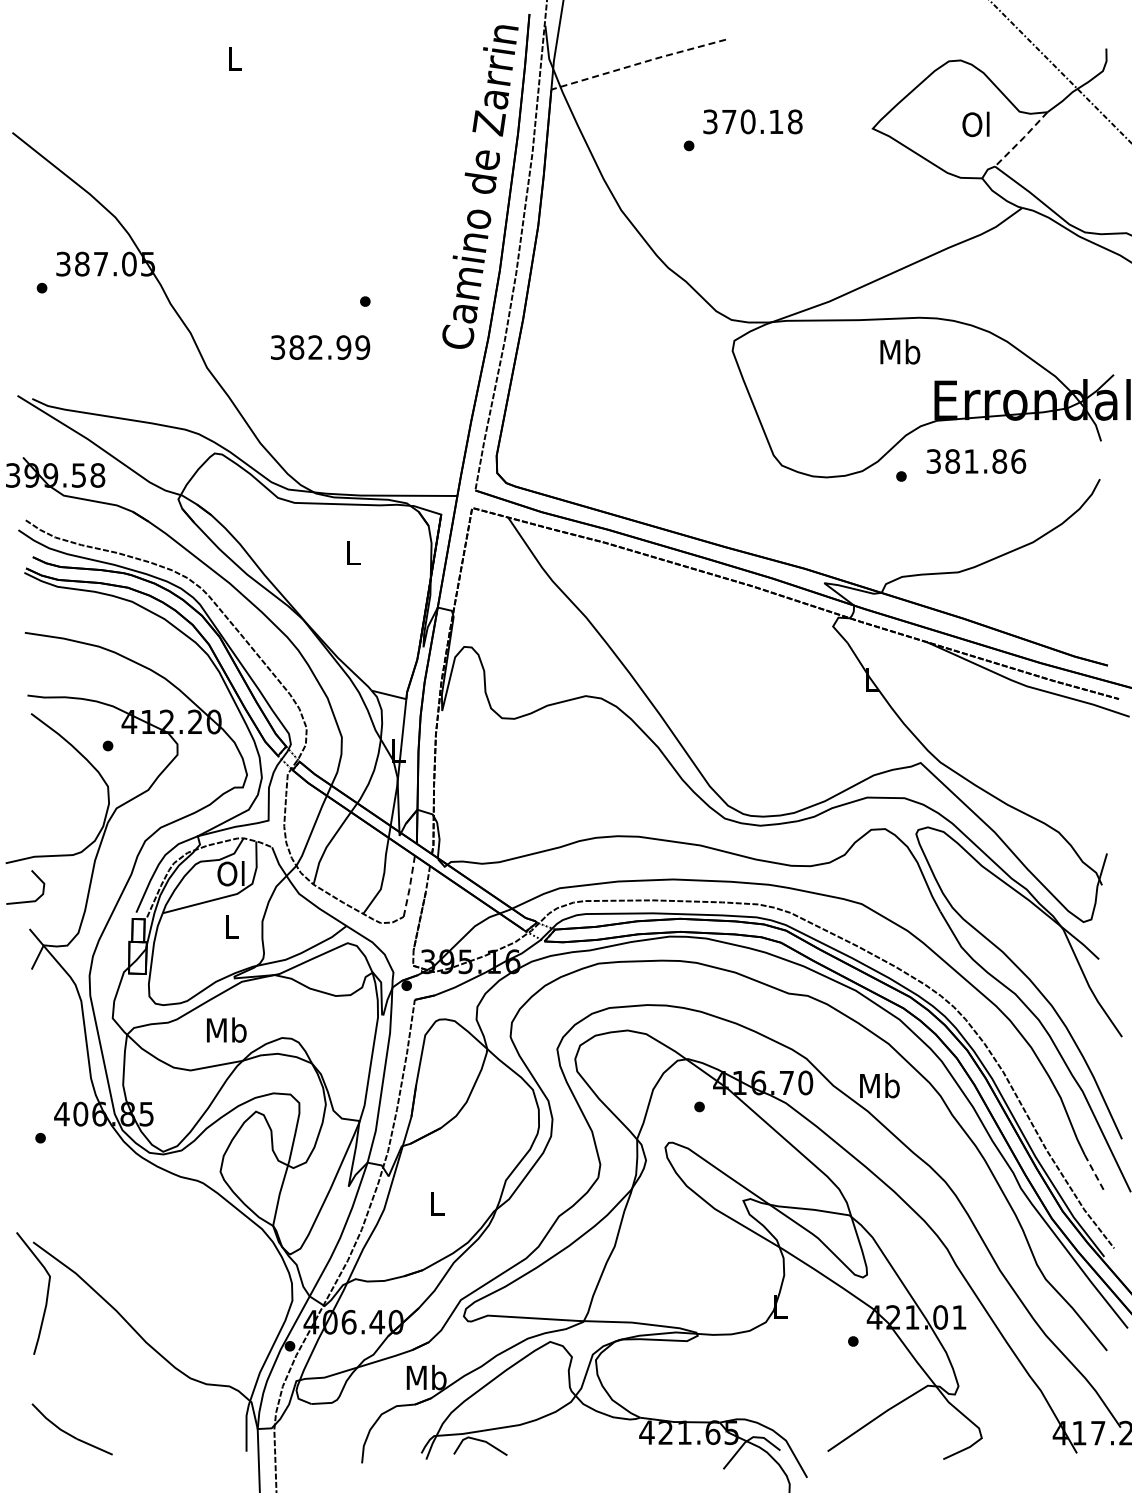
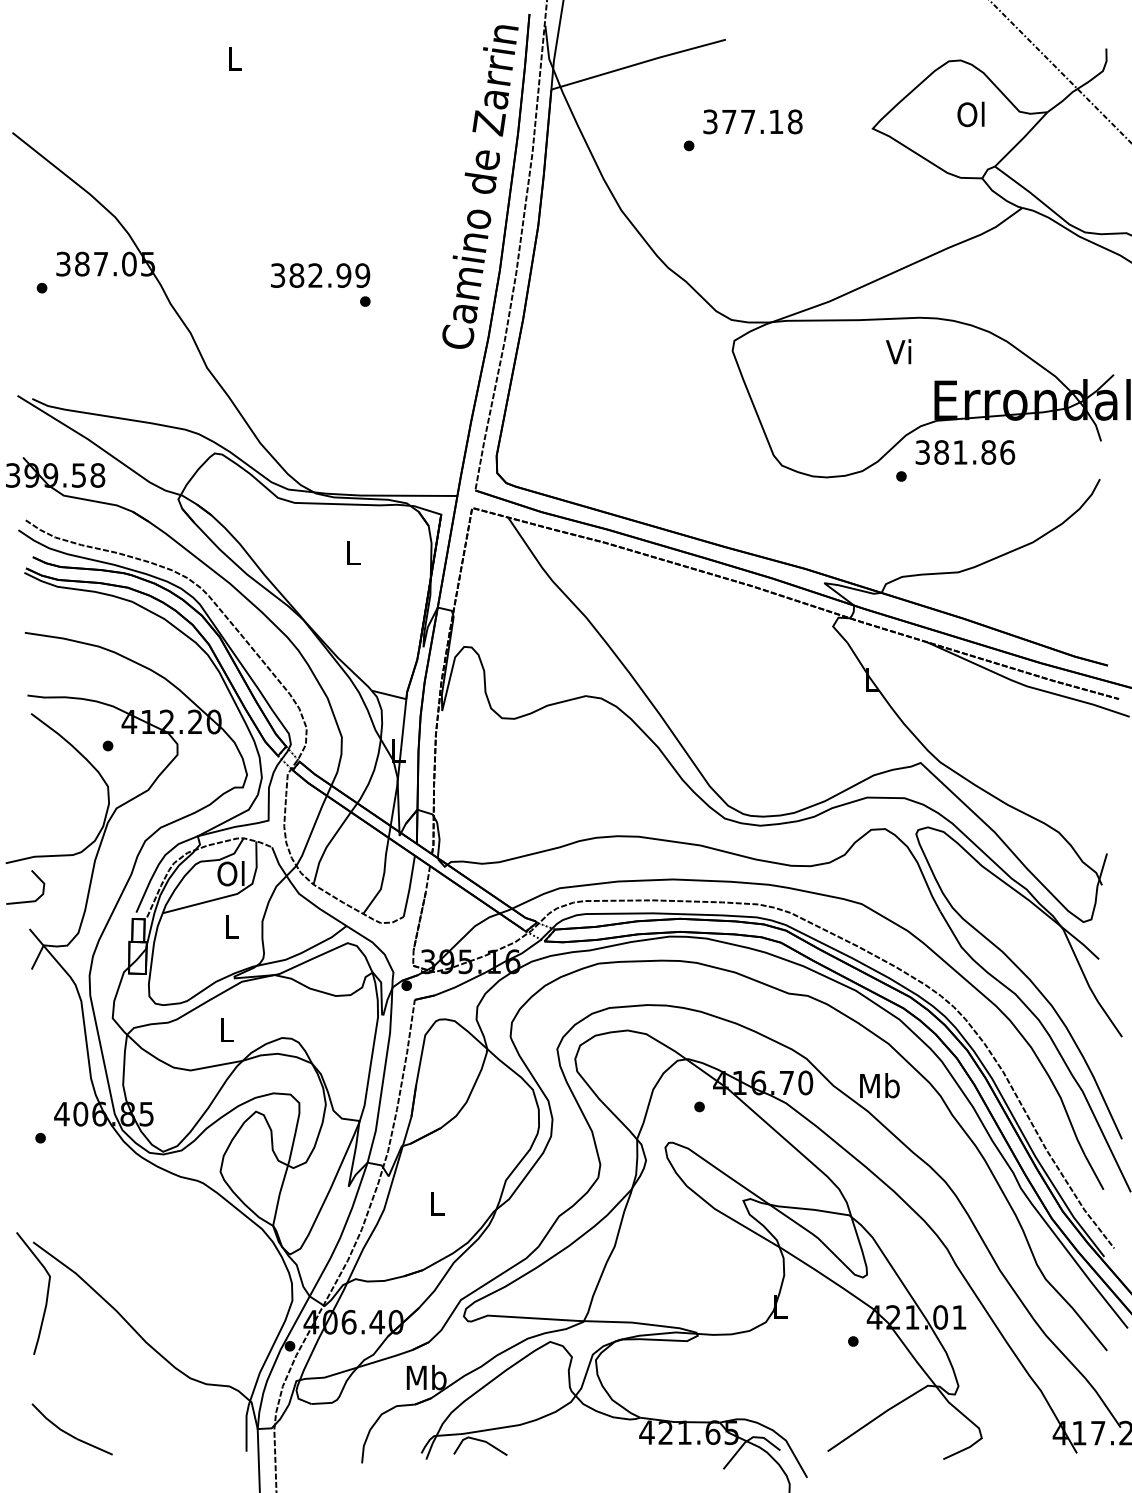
line at (638, 63): dashed -> solid
text at (747, 121): 370.18 -> 377.18
text at (975, 124) position: (975, 124) -> (970, 114)
line at (1022, 139): dashed -> solid
text at (320, 347) position: (320, 347) -> (320, 275)
text at (900, 351): Mb -> Vi
text at (976, 461) position: (976, 461) -> (965, 452)
line at (409, 886): dashed -> solid
text at (226, 1029): Mb -> L
line at (1094, 1172): dashed -> solid
